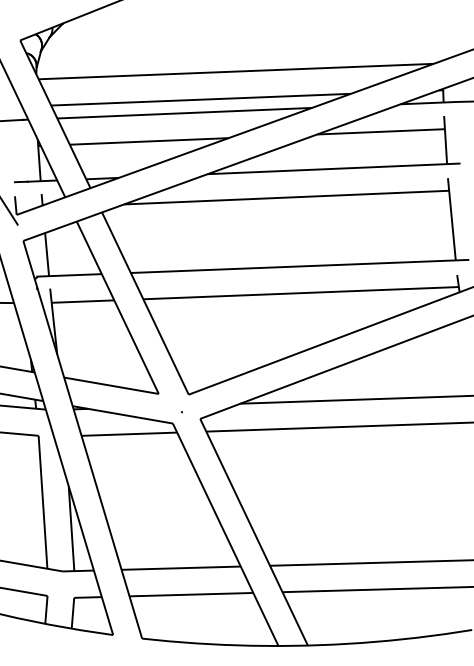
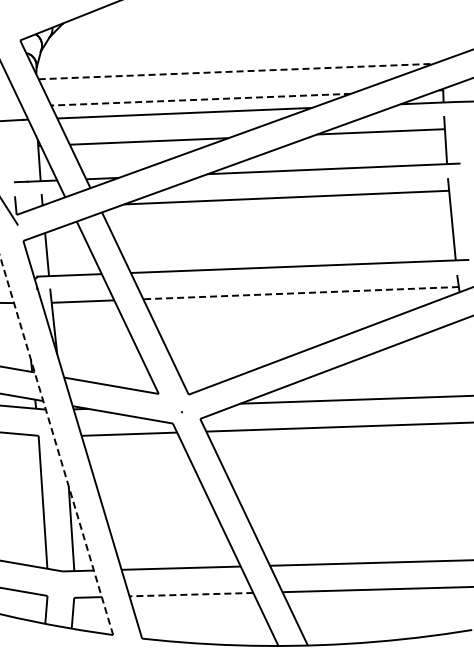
line at (236, 71): solid -> dashed
line at (201, 99): solid -> dashed
line at (301, 293): solid -> dashed
line at (56, 445): solid -> dashed
line at (191, 594): solid -> dashed
